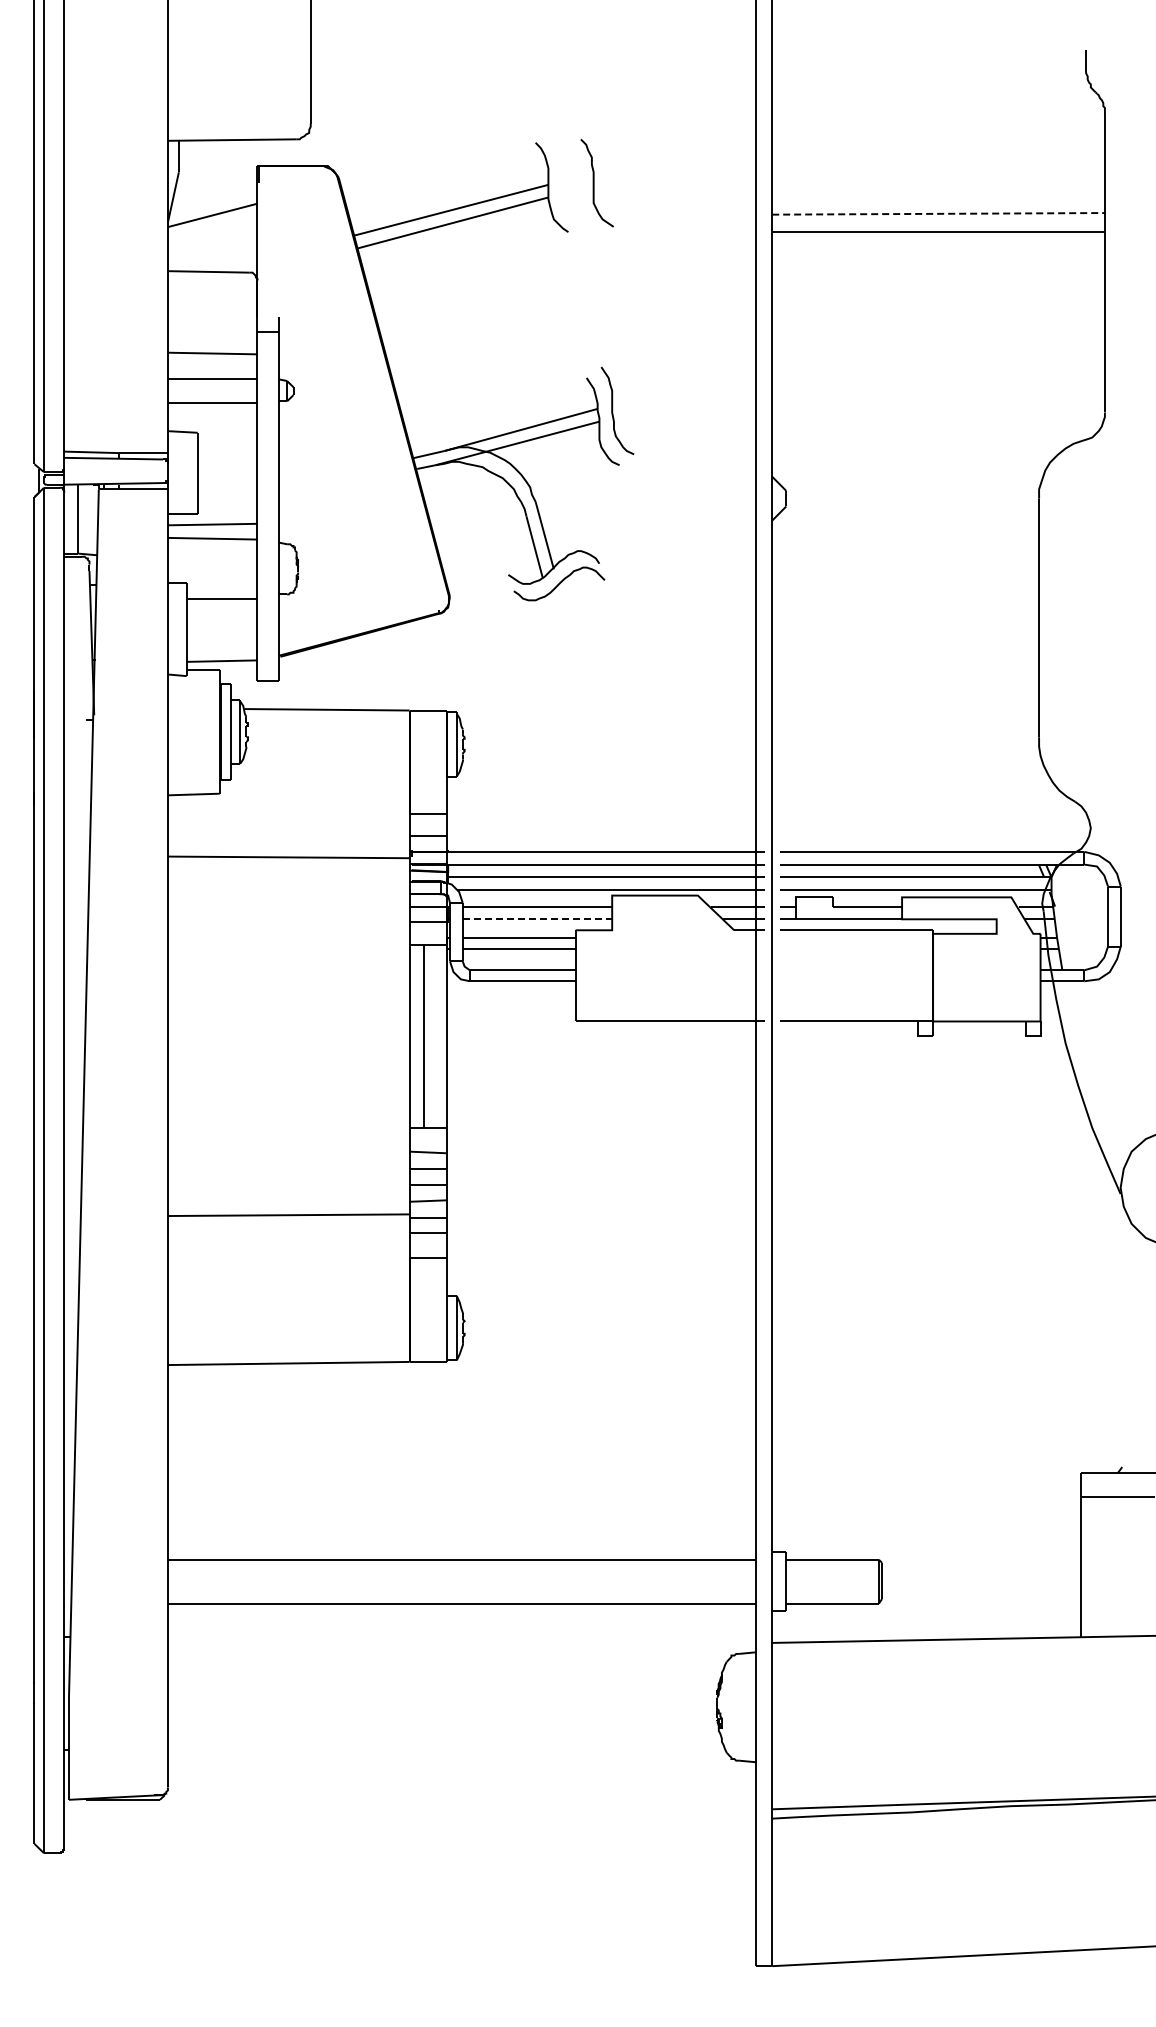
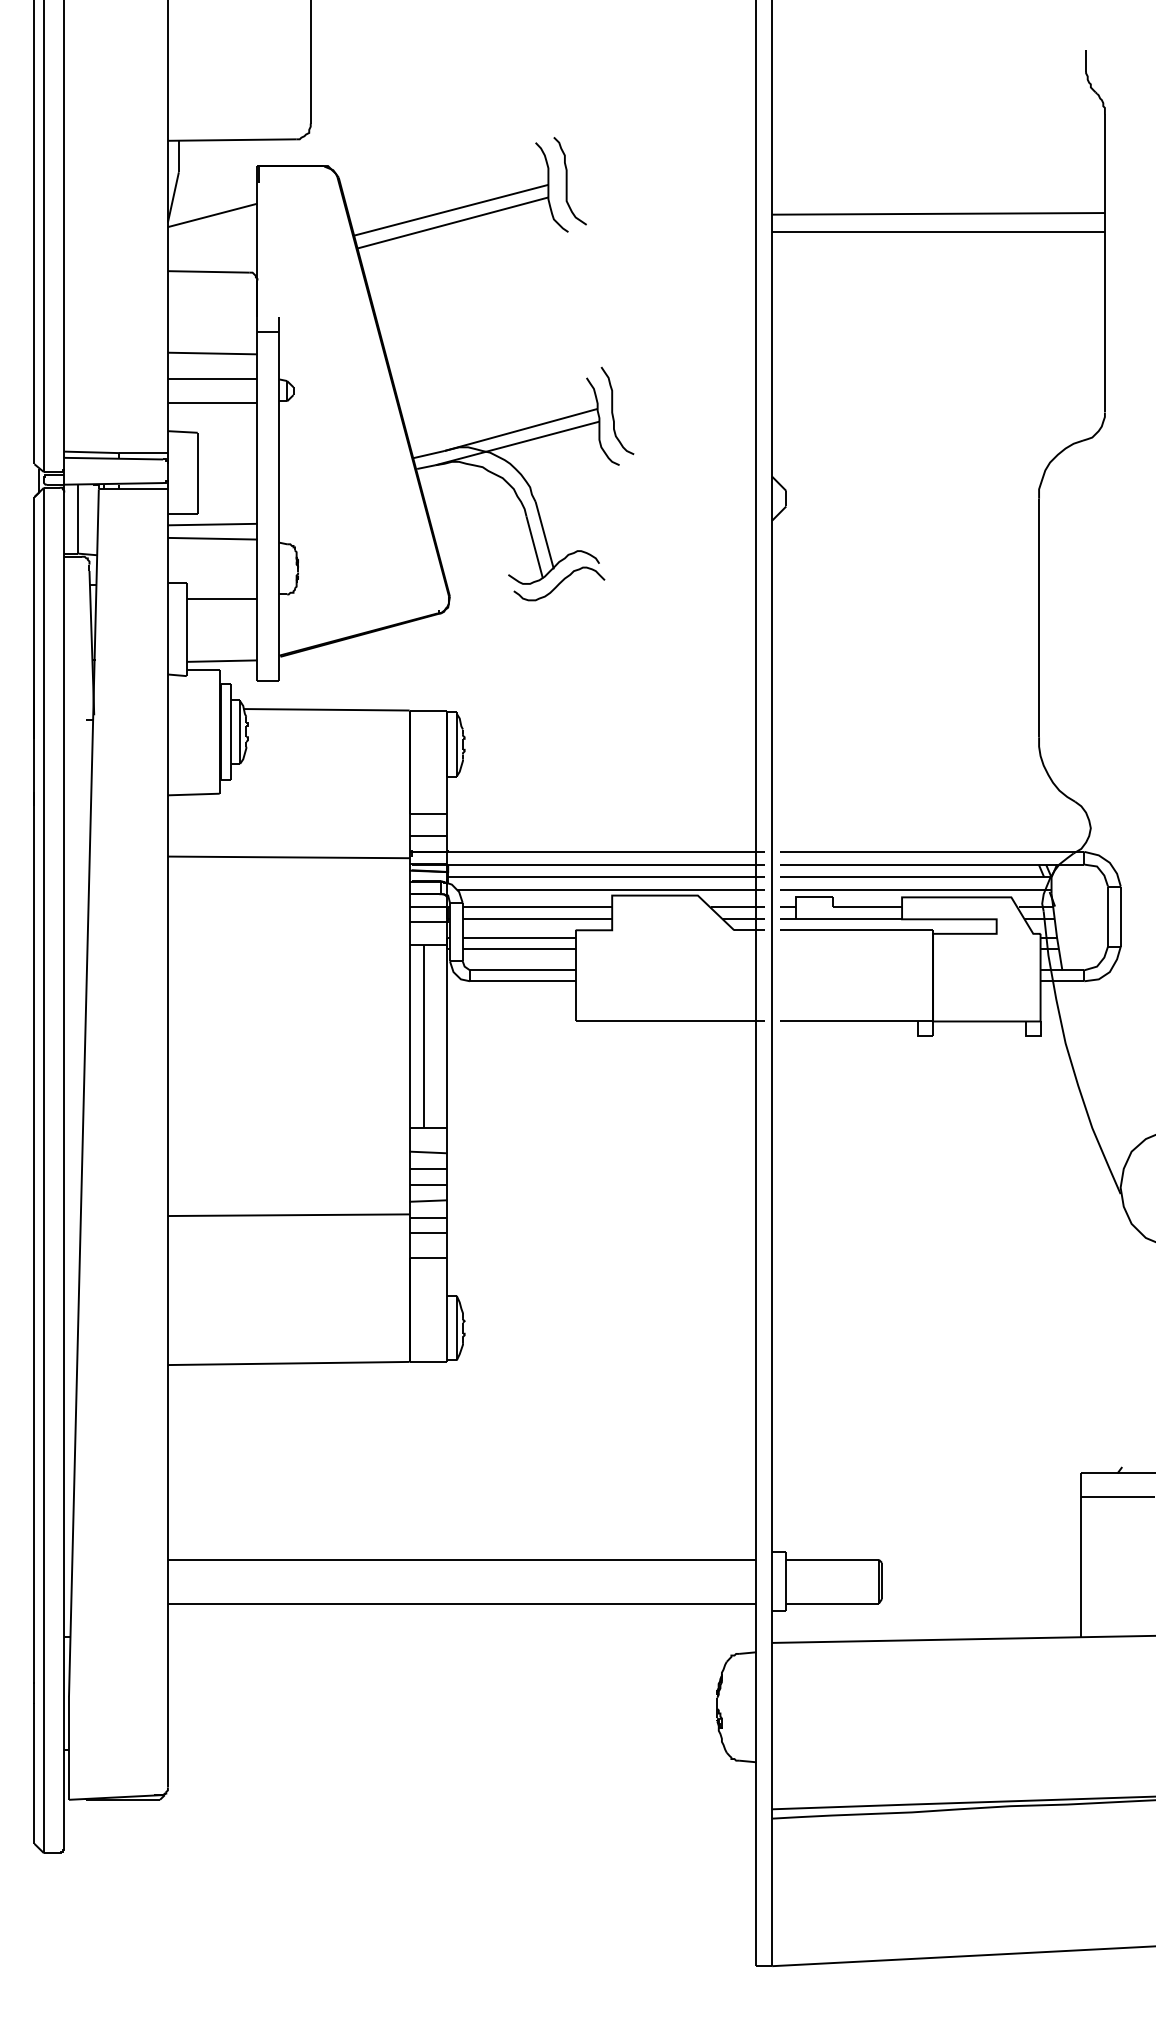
curve at (594, 183) position: (594, 183) -> (567, 181)
line at (939, 213): dashed -> solid
line at (537, 919): dashed -> solid
